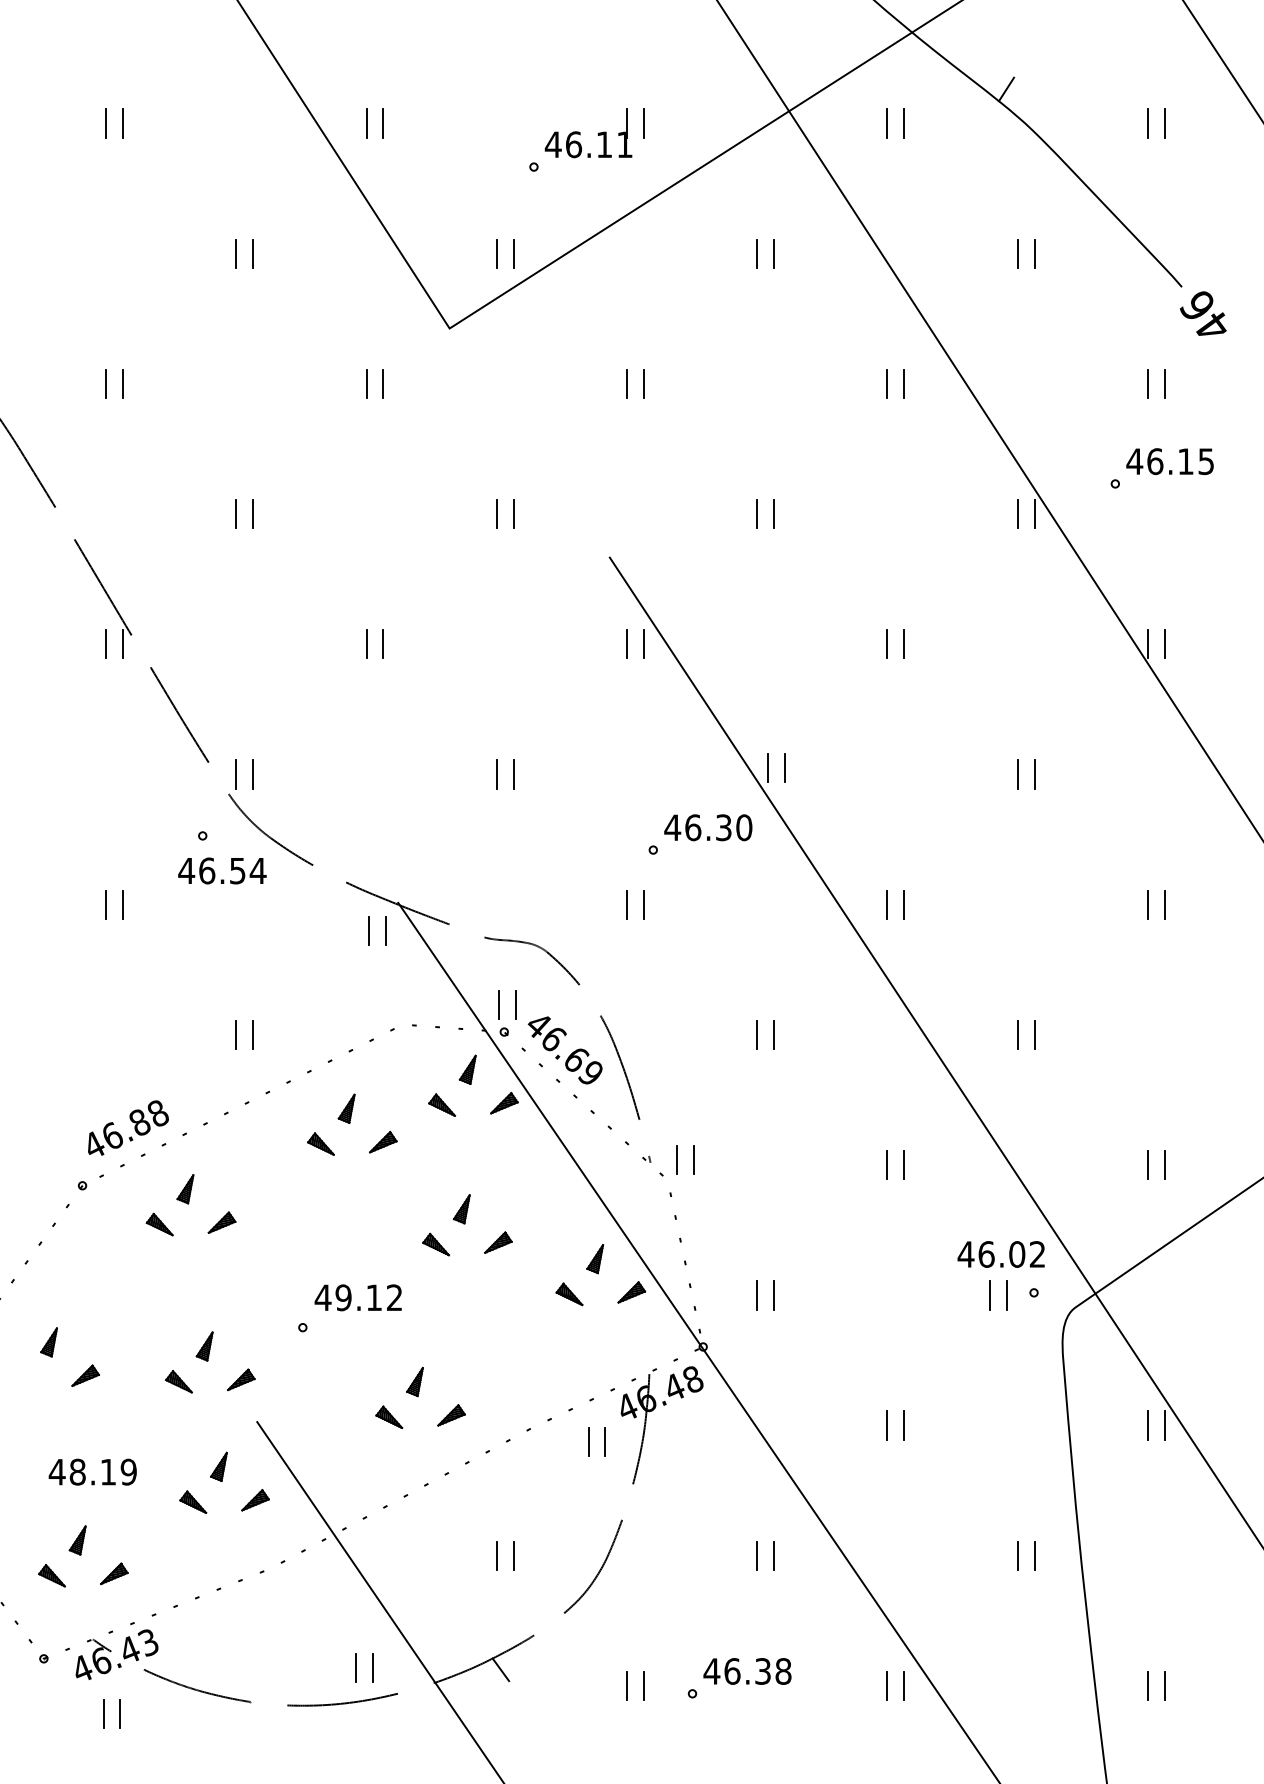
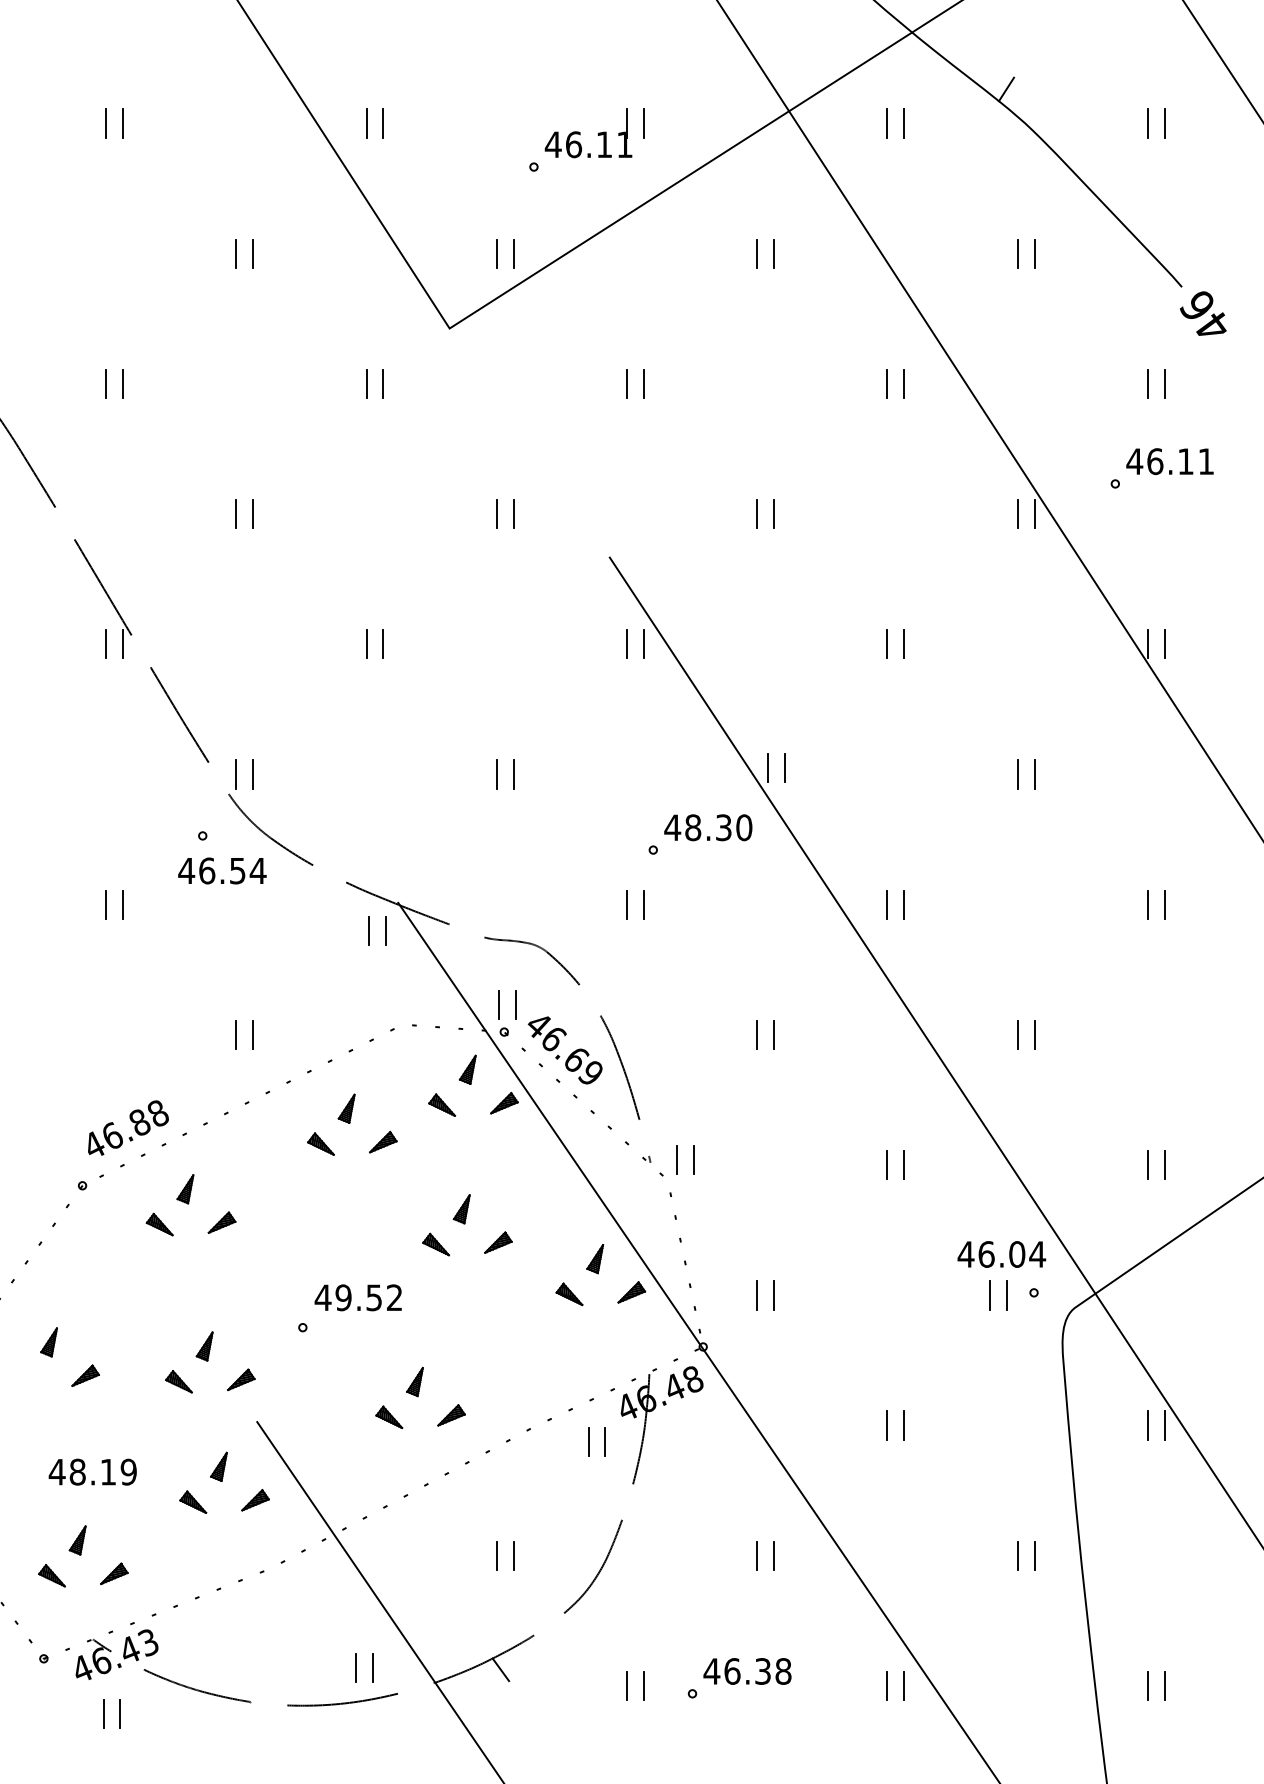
text at (1205, 461): 46.15 -> 46.11
text at (693, 827): 46.30 -> 48.30
text at (1037, 1254): 46.02 -> 46.04
text at (373, 1297): 49.12 -> 49.52
